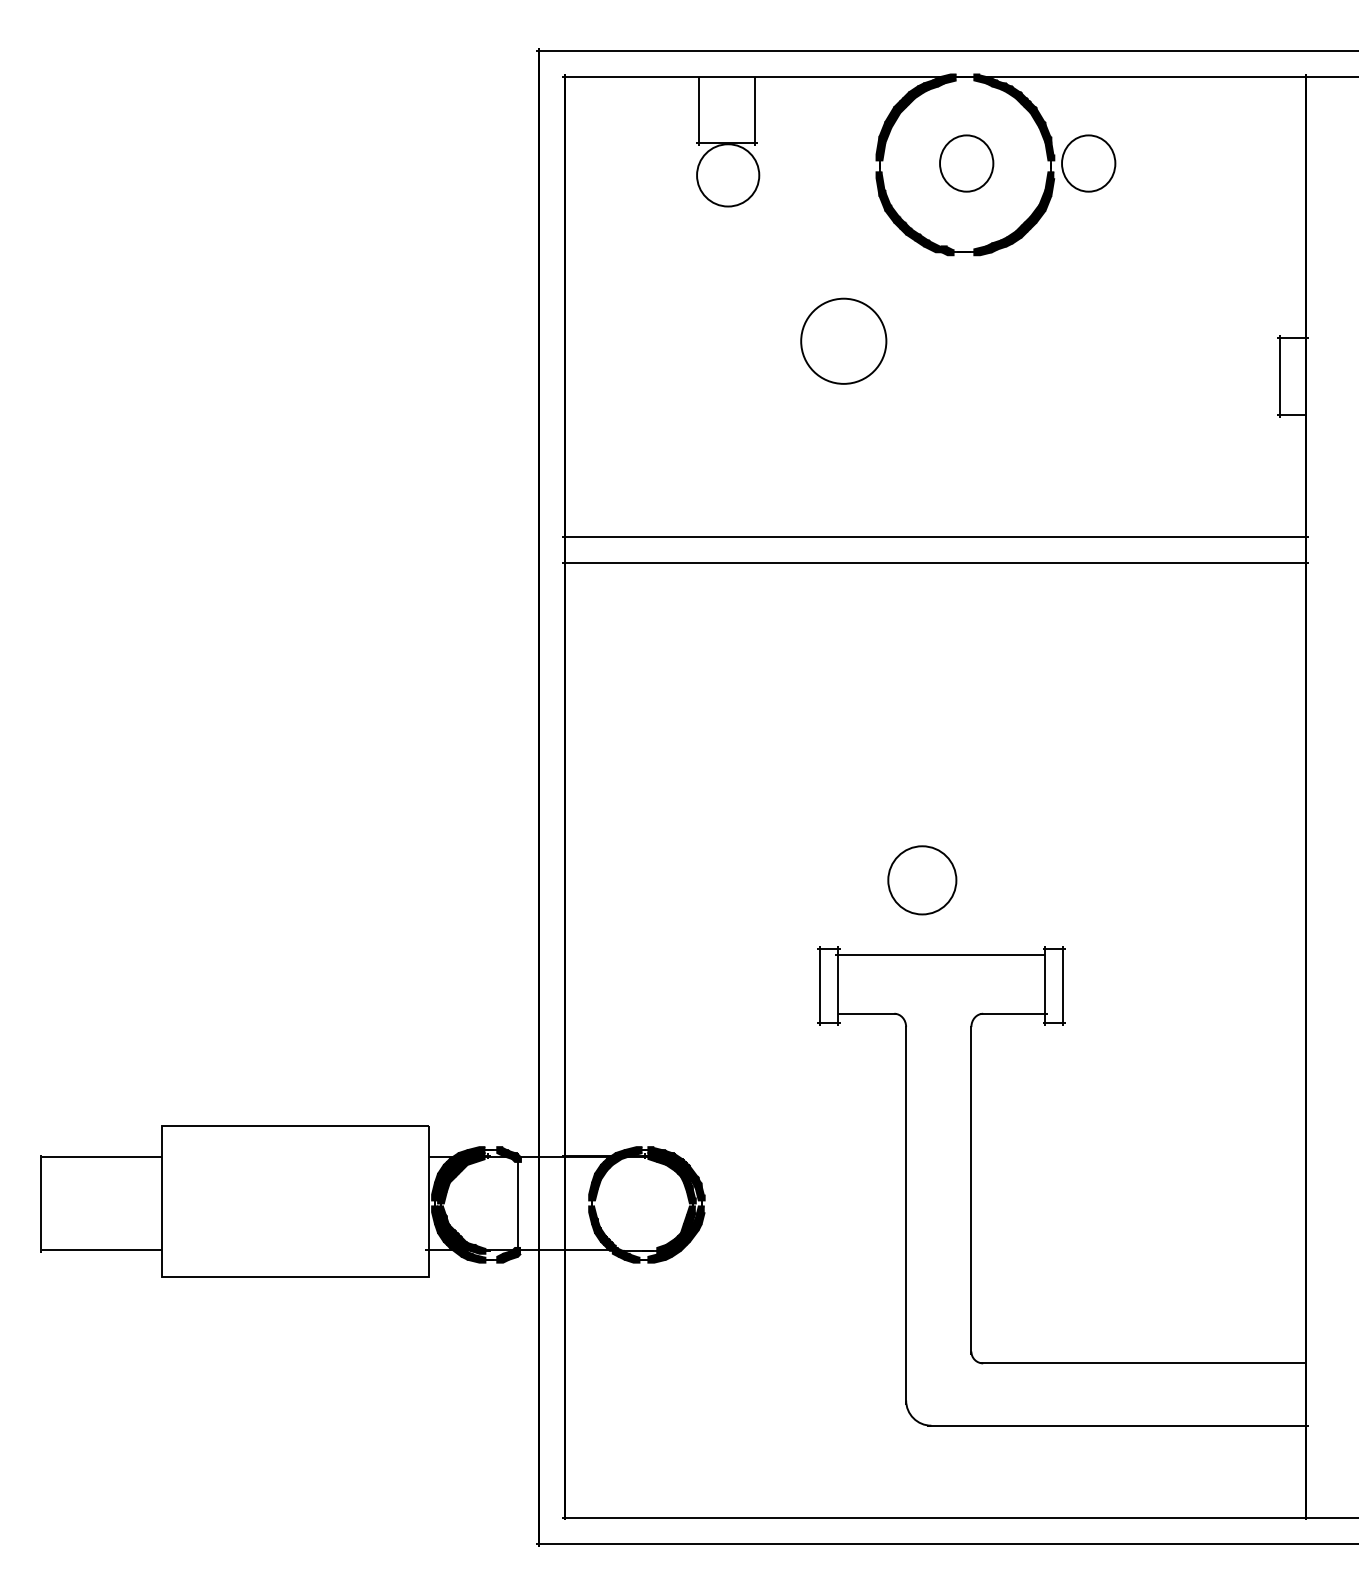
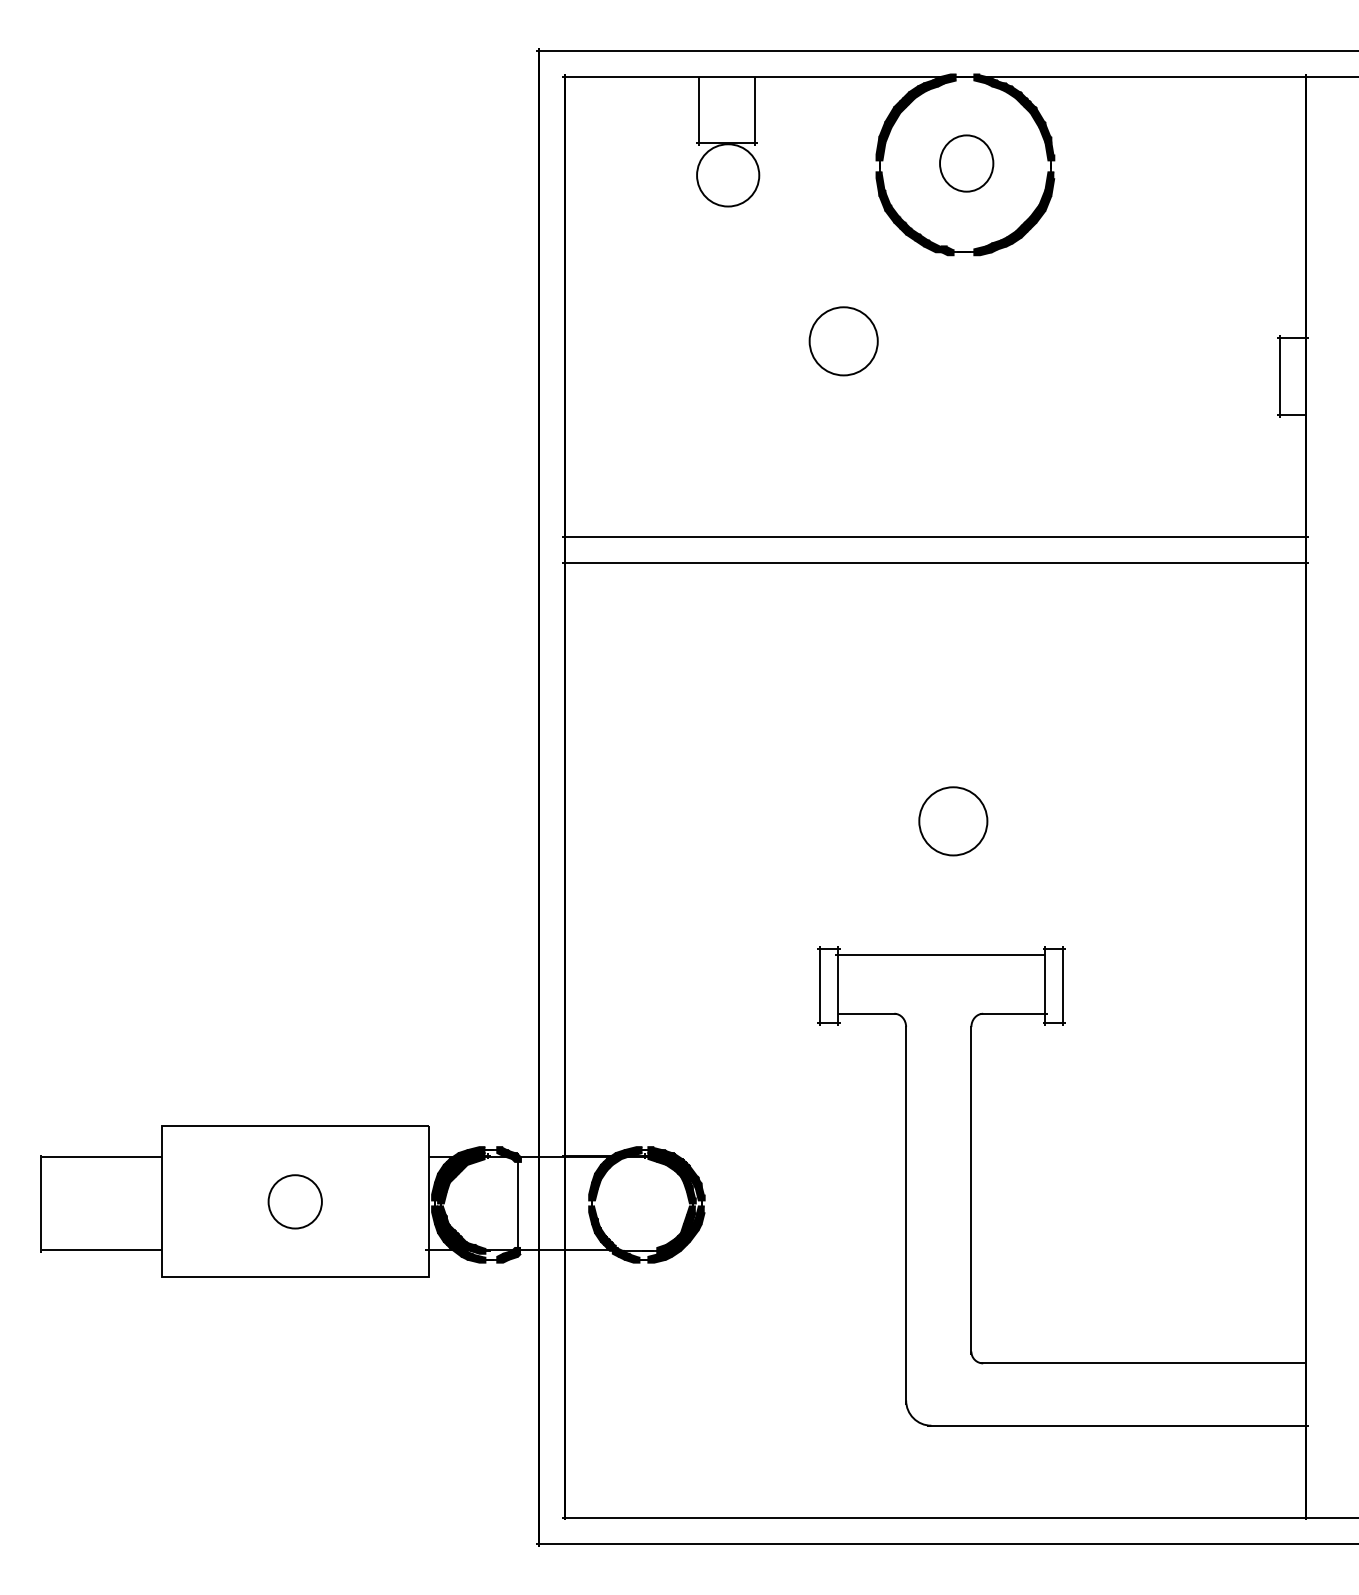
part at (1088, 163): present -> none
part at (843, 340) size: 88x88 px -> 71x71 px
part at (922, 880) position: (922, 880) -> (953, 821)
part at (294, 1201): none -> present
